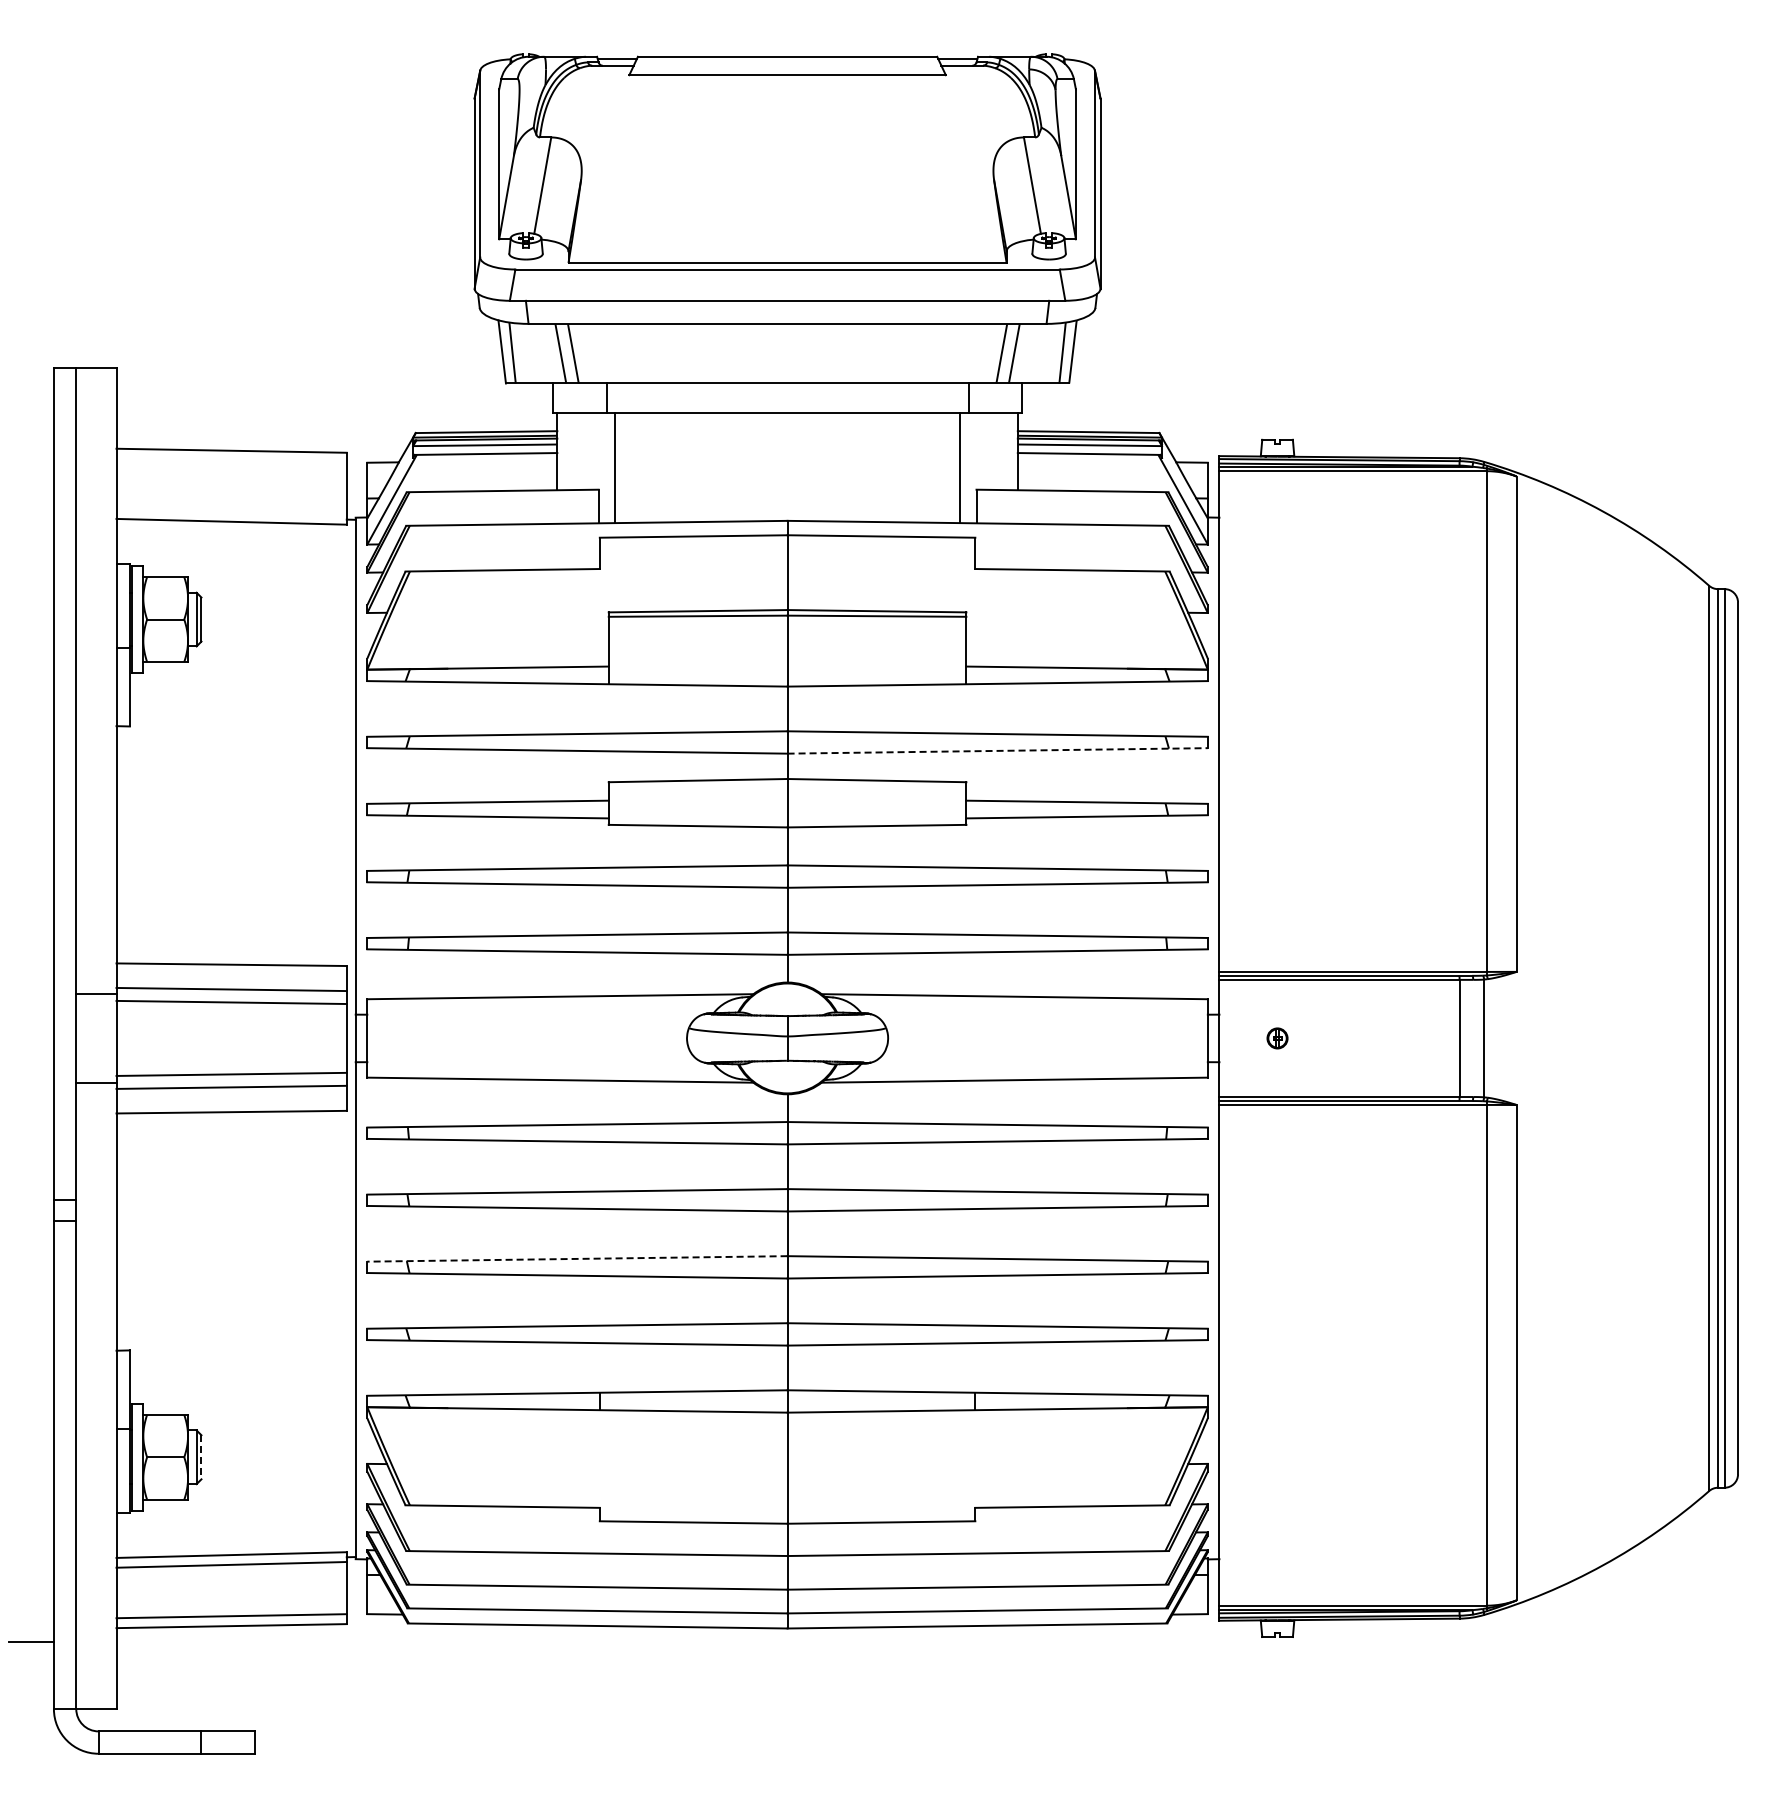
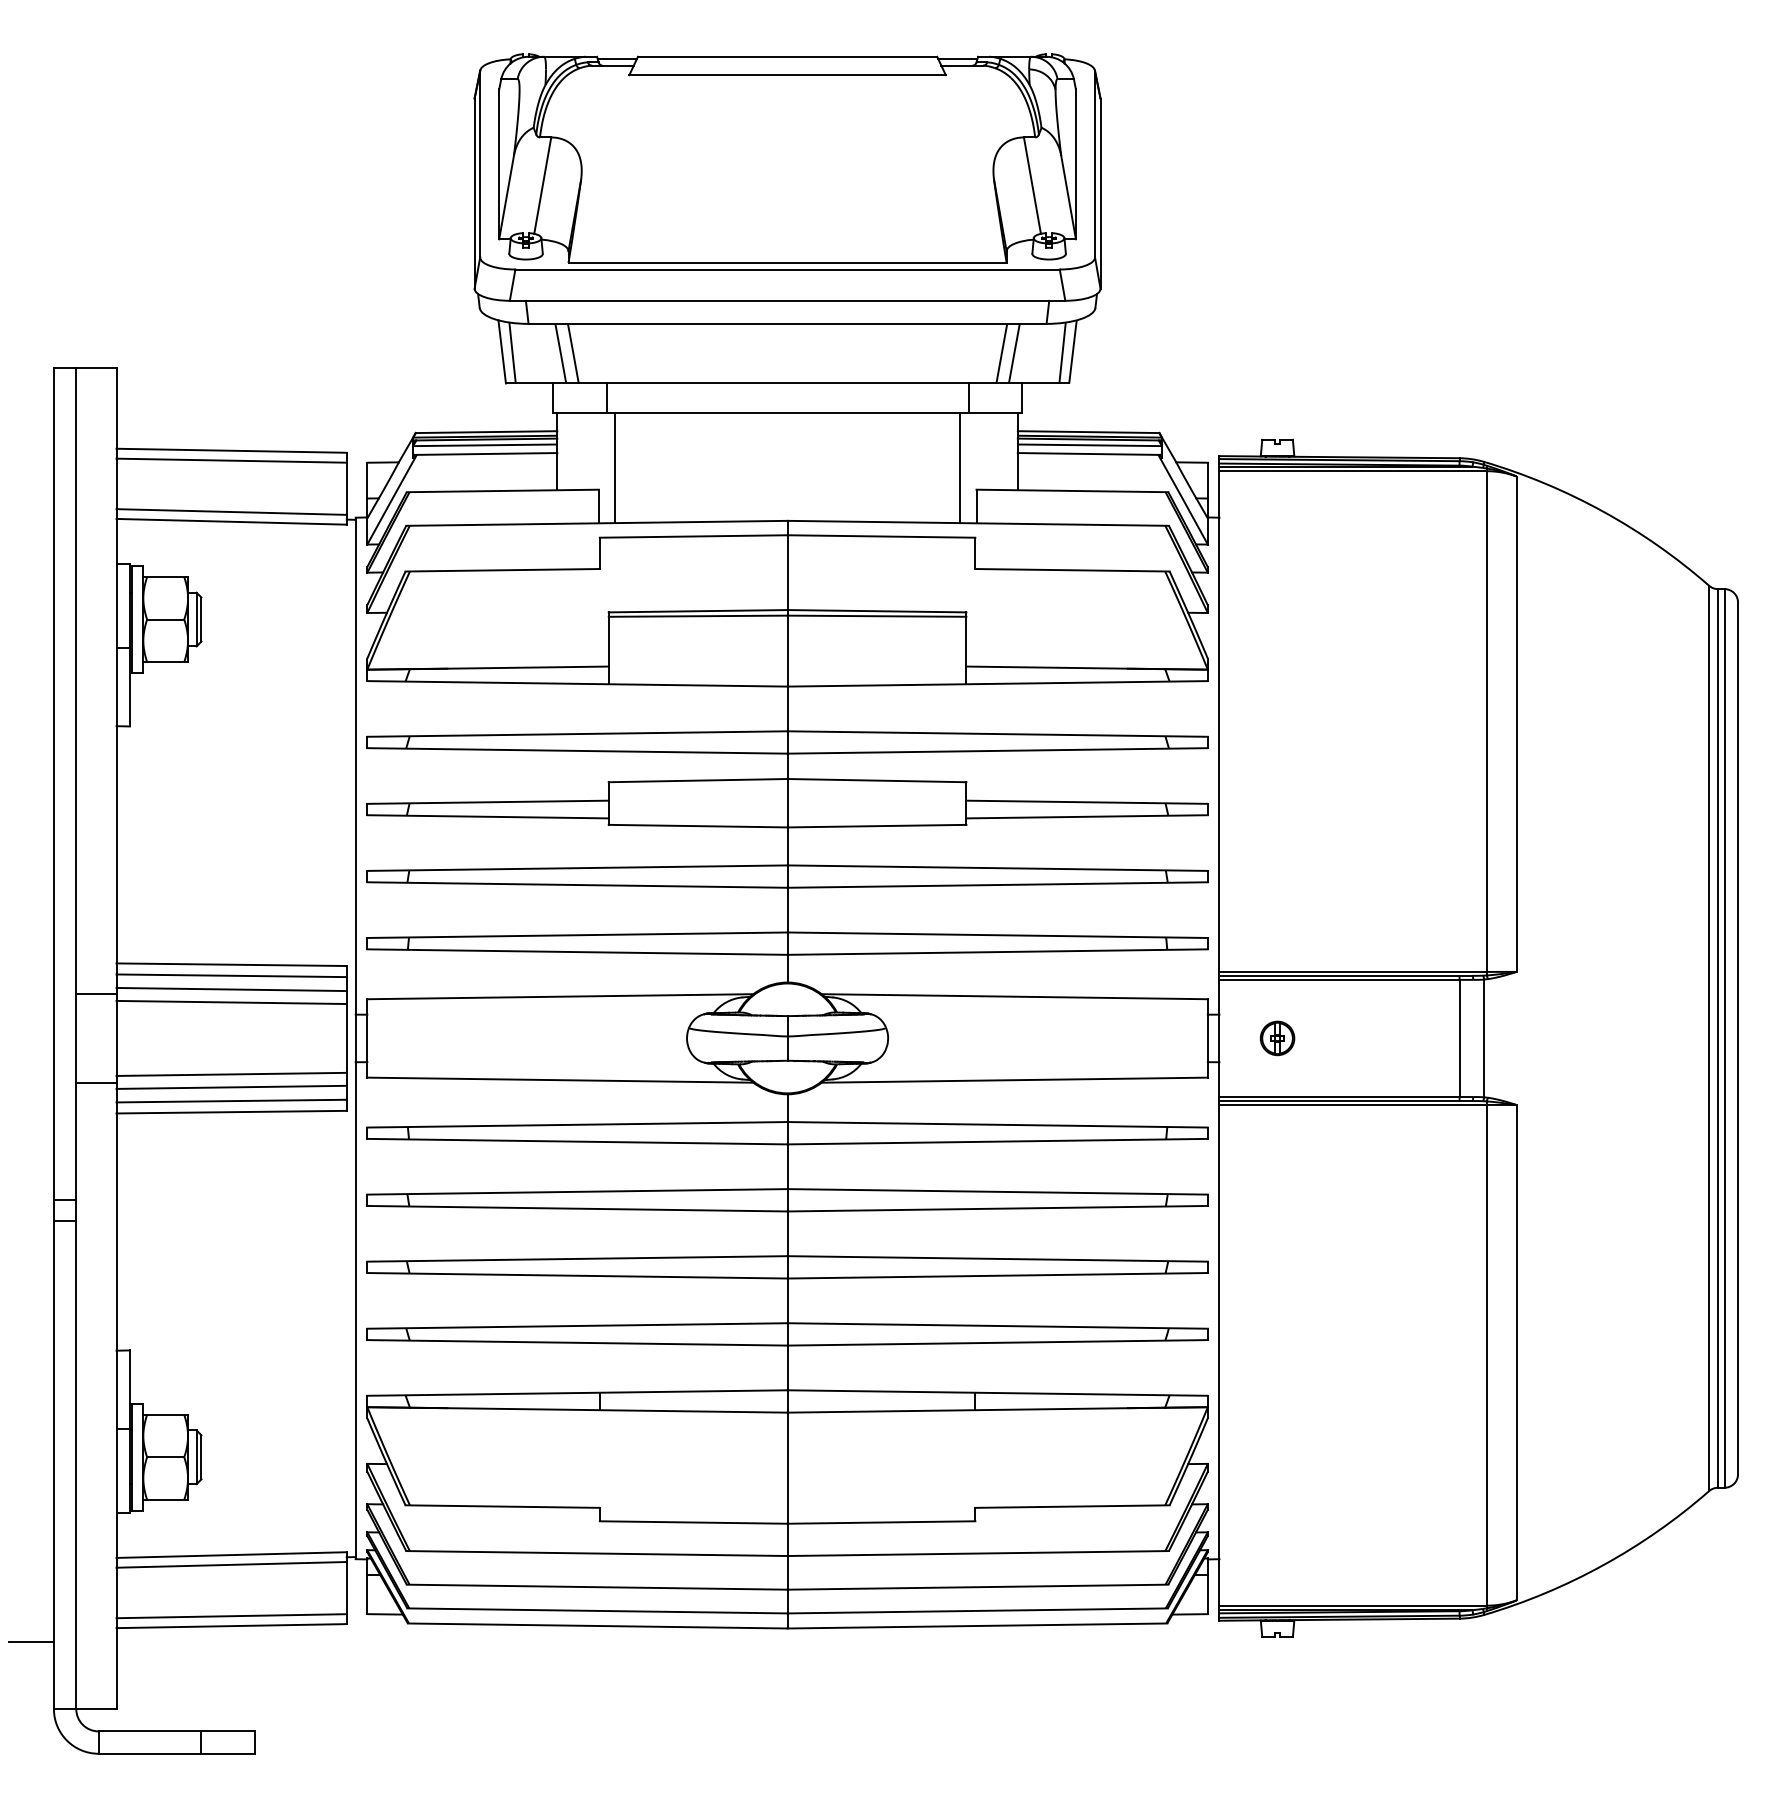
line at (231, 460): none -> present
line at (231, 511): none -> present
line at (998, 750): dashed -> solid
line at (231, 975): none -> present
part at (1277, 1038) size: 23x23 px -> 37x37 px
line at (231, 1100): none -> present
line at (576, 1258): dashed -> solid
line at (201, 1457): dashed -> solid
